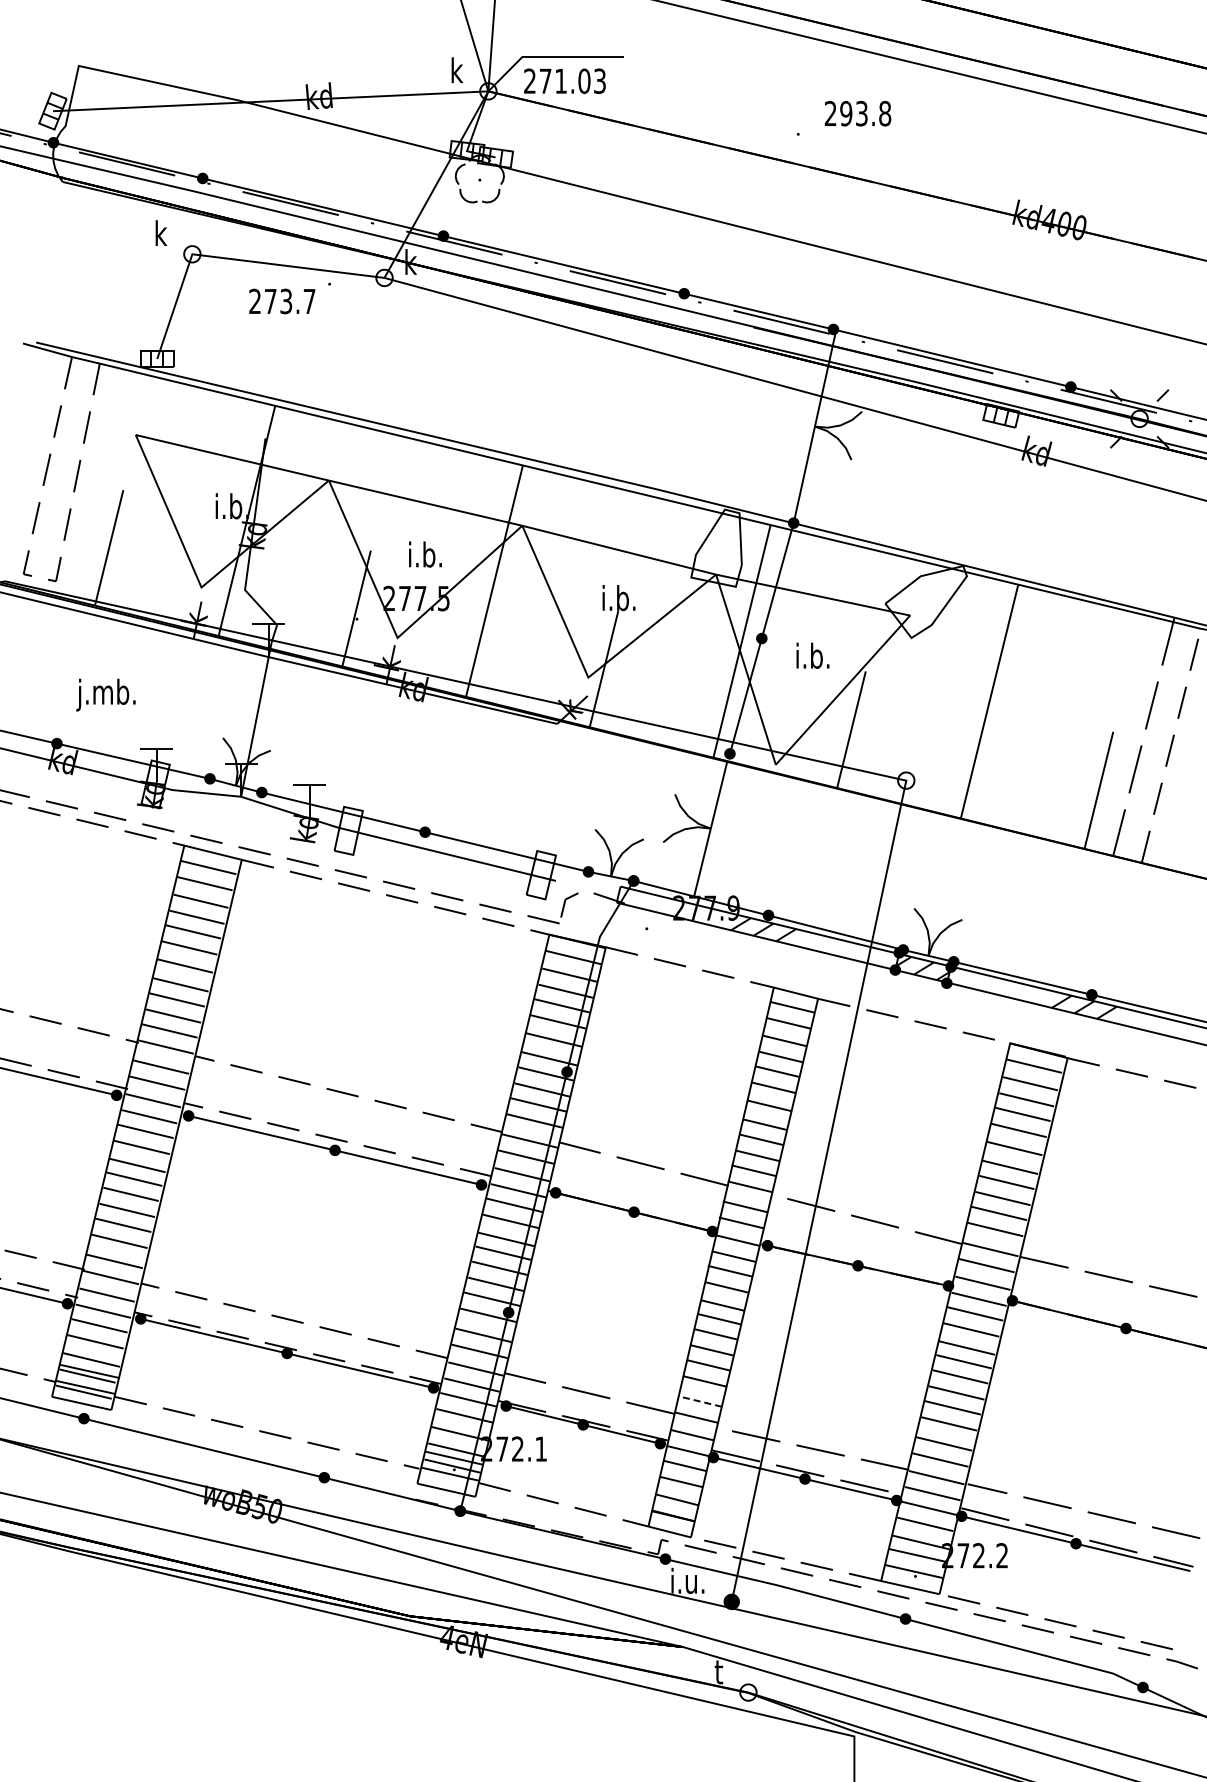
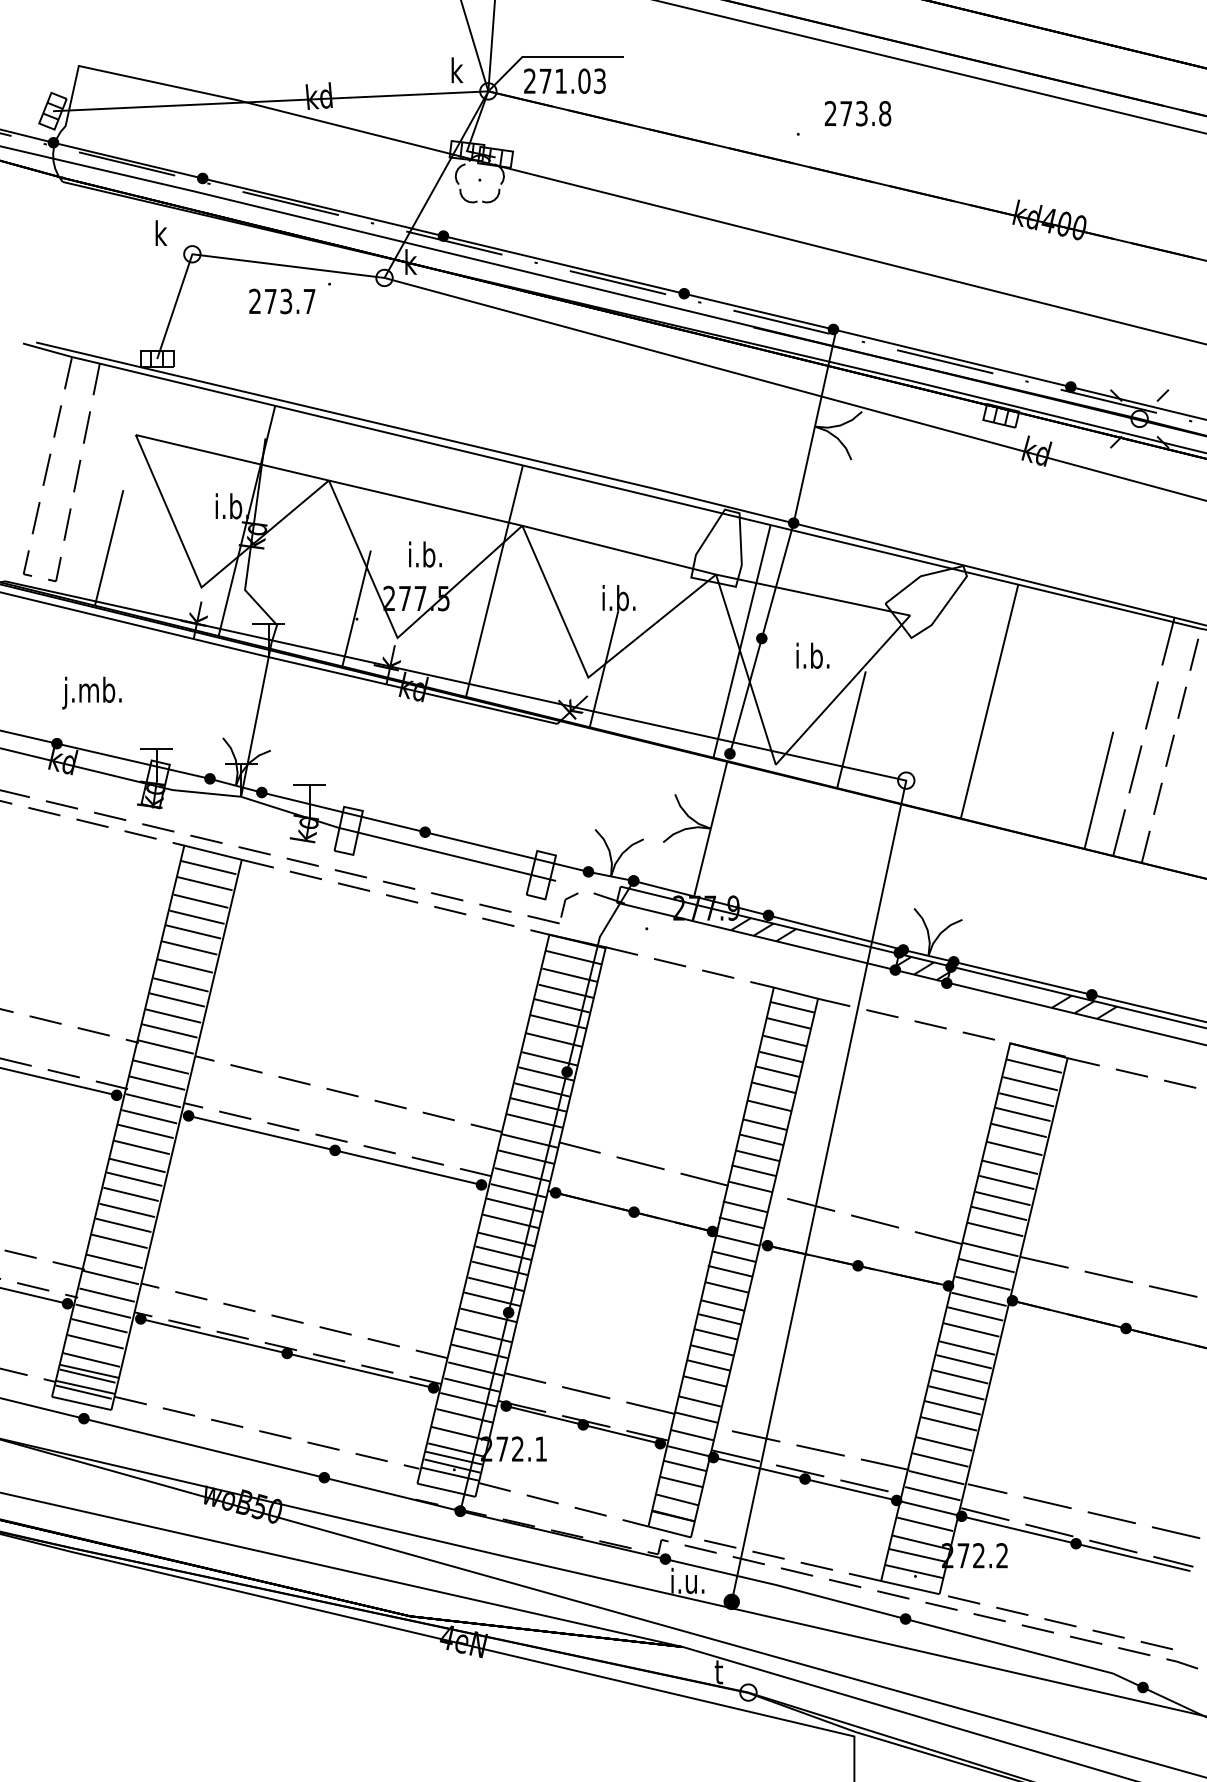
text at (846, 113): 293.8 -> 273.8
text at (105, 694) position: (105, 694) -> (91, 692)
line at (699, 1401): dashed -> solid
